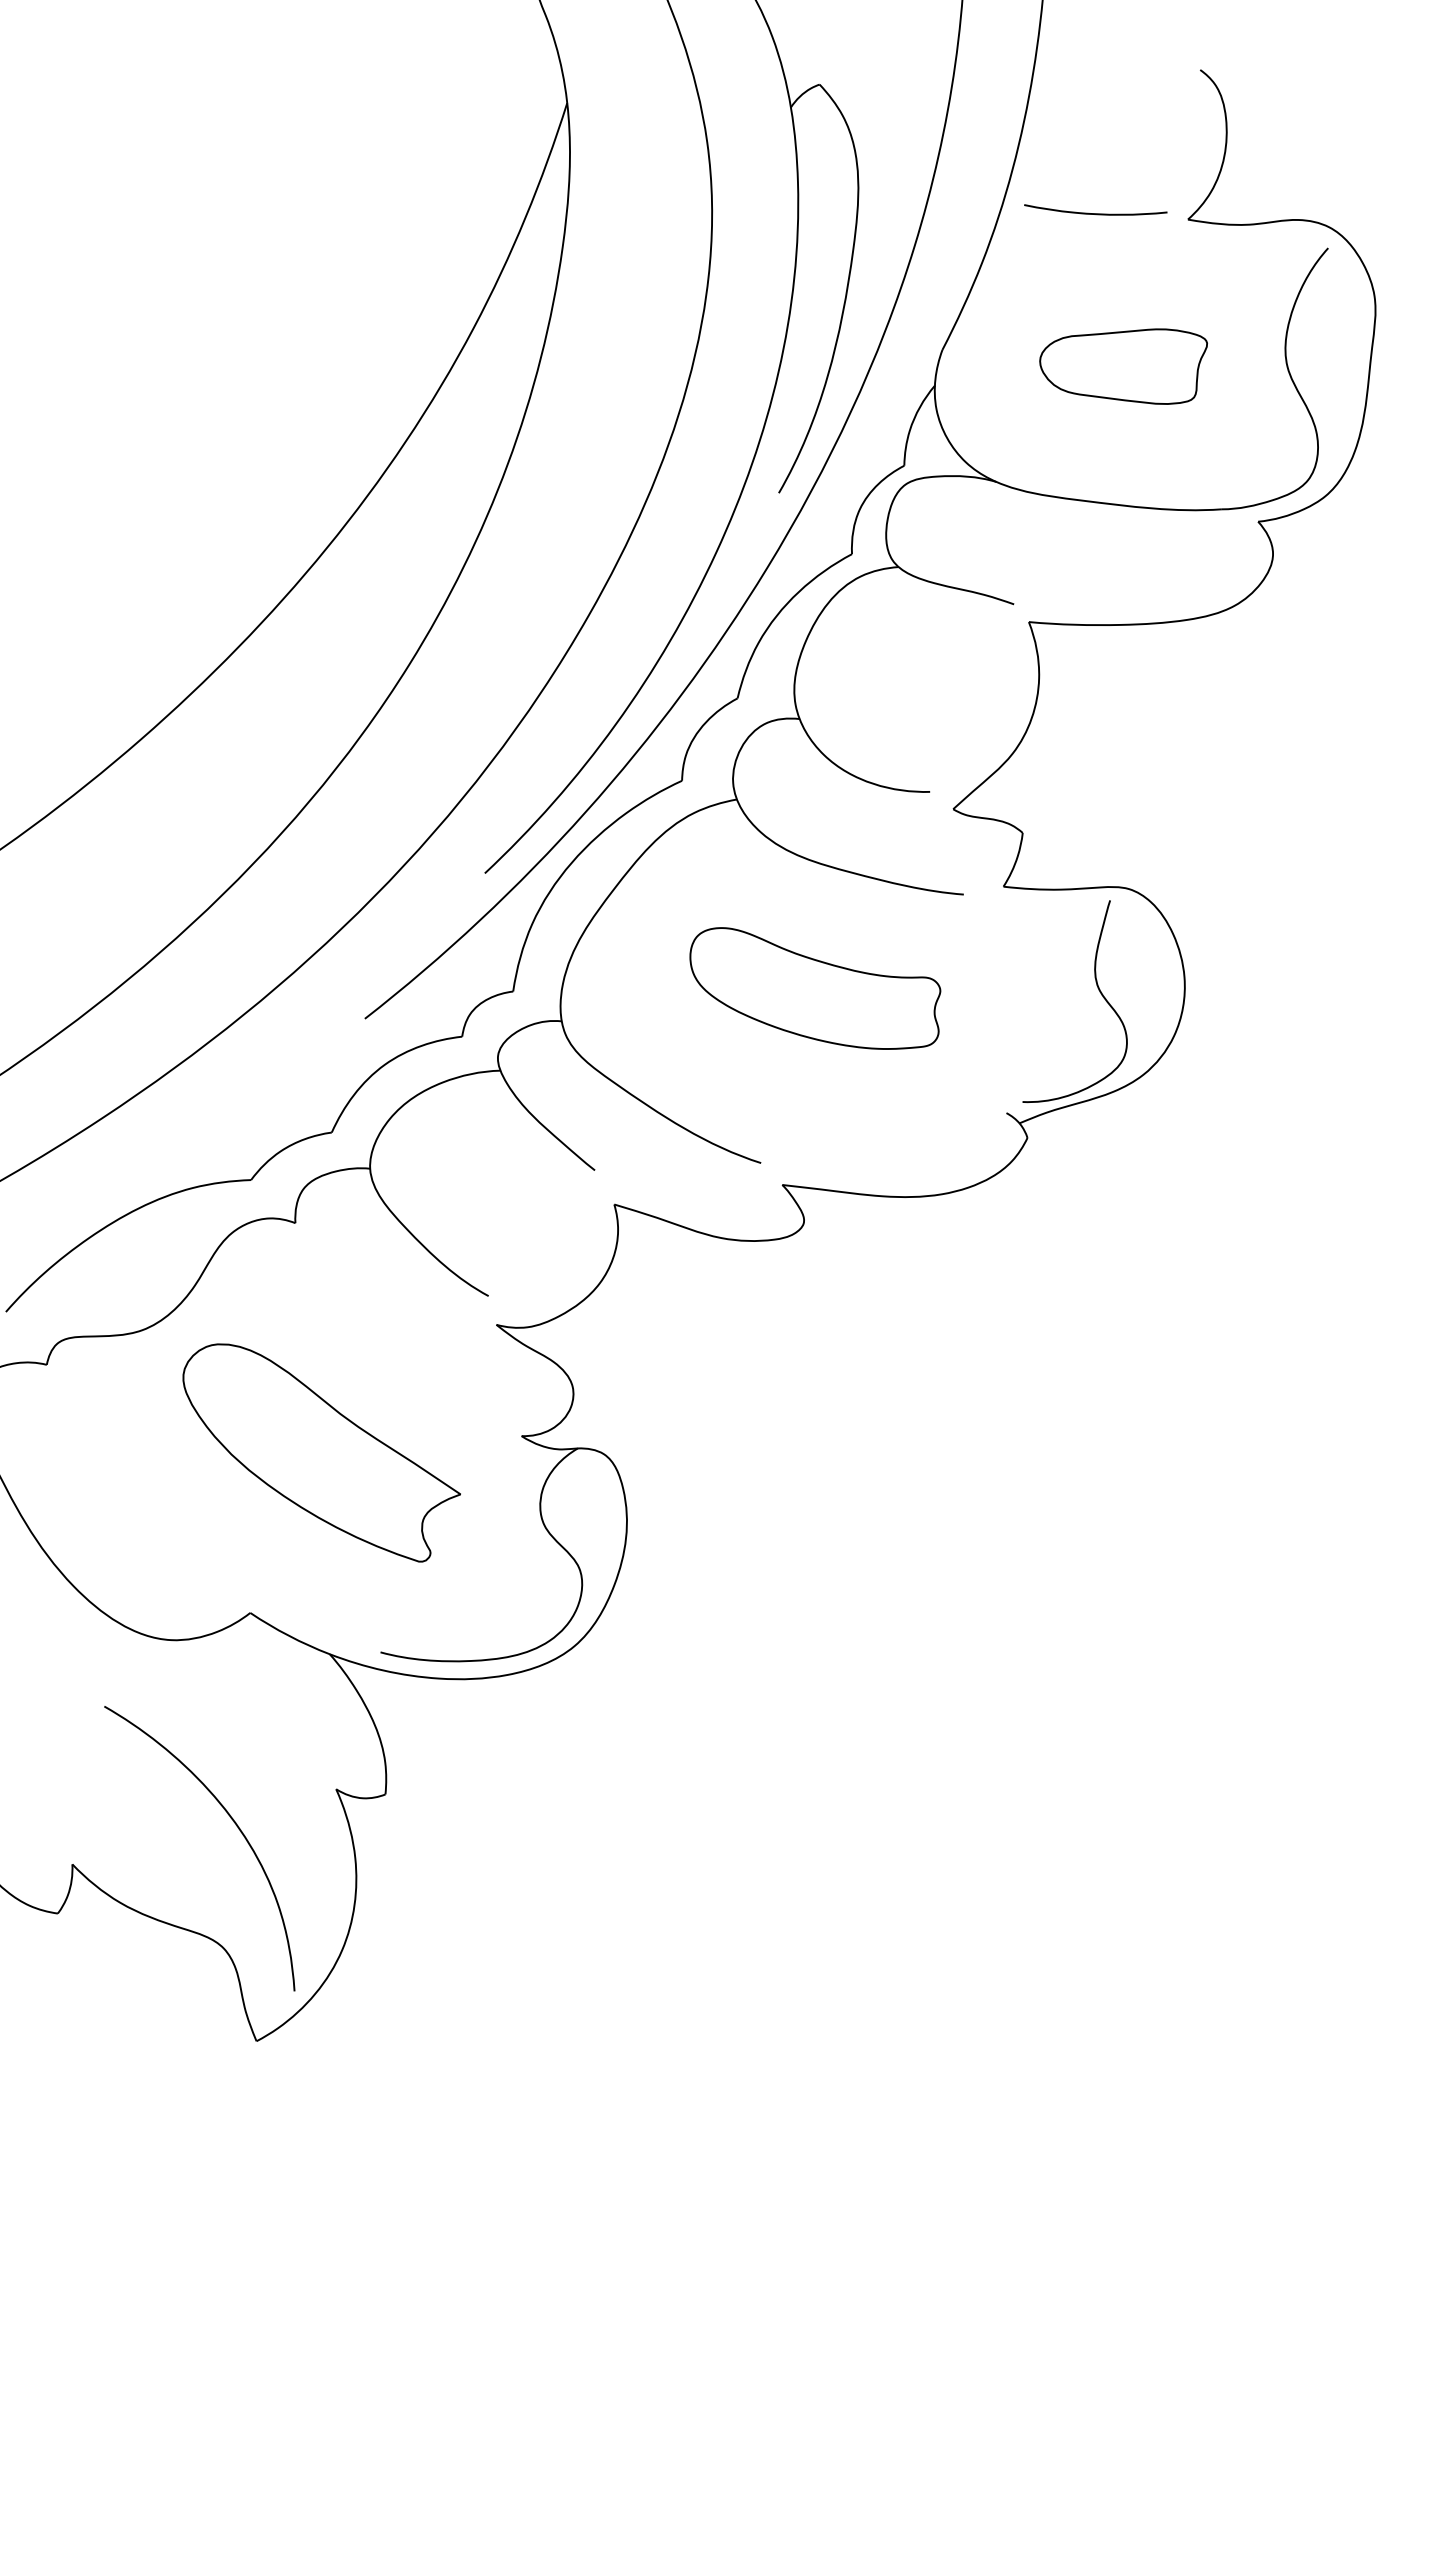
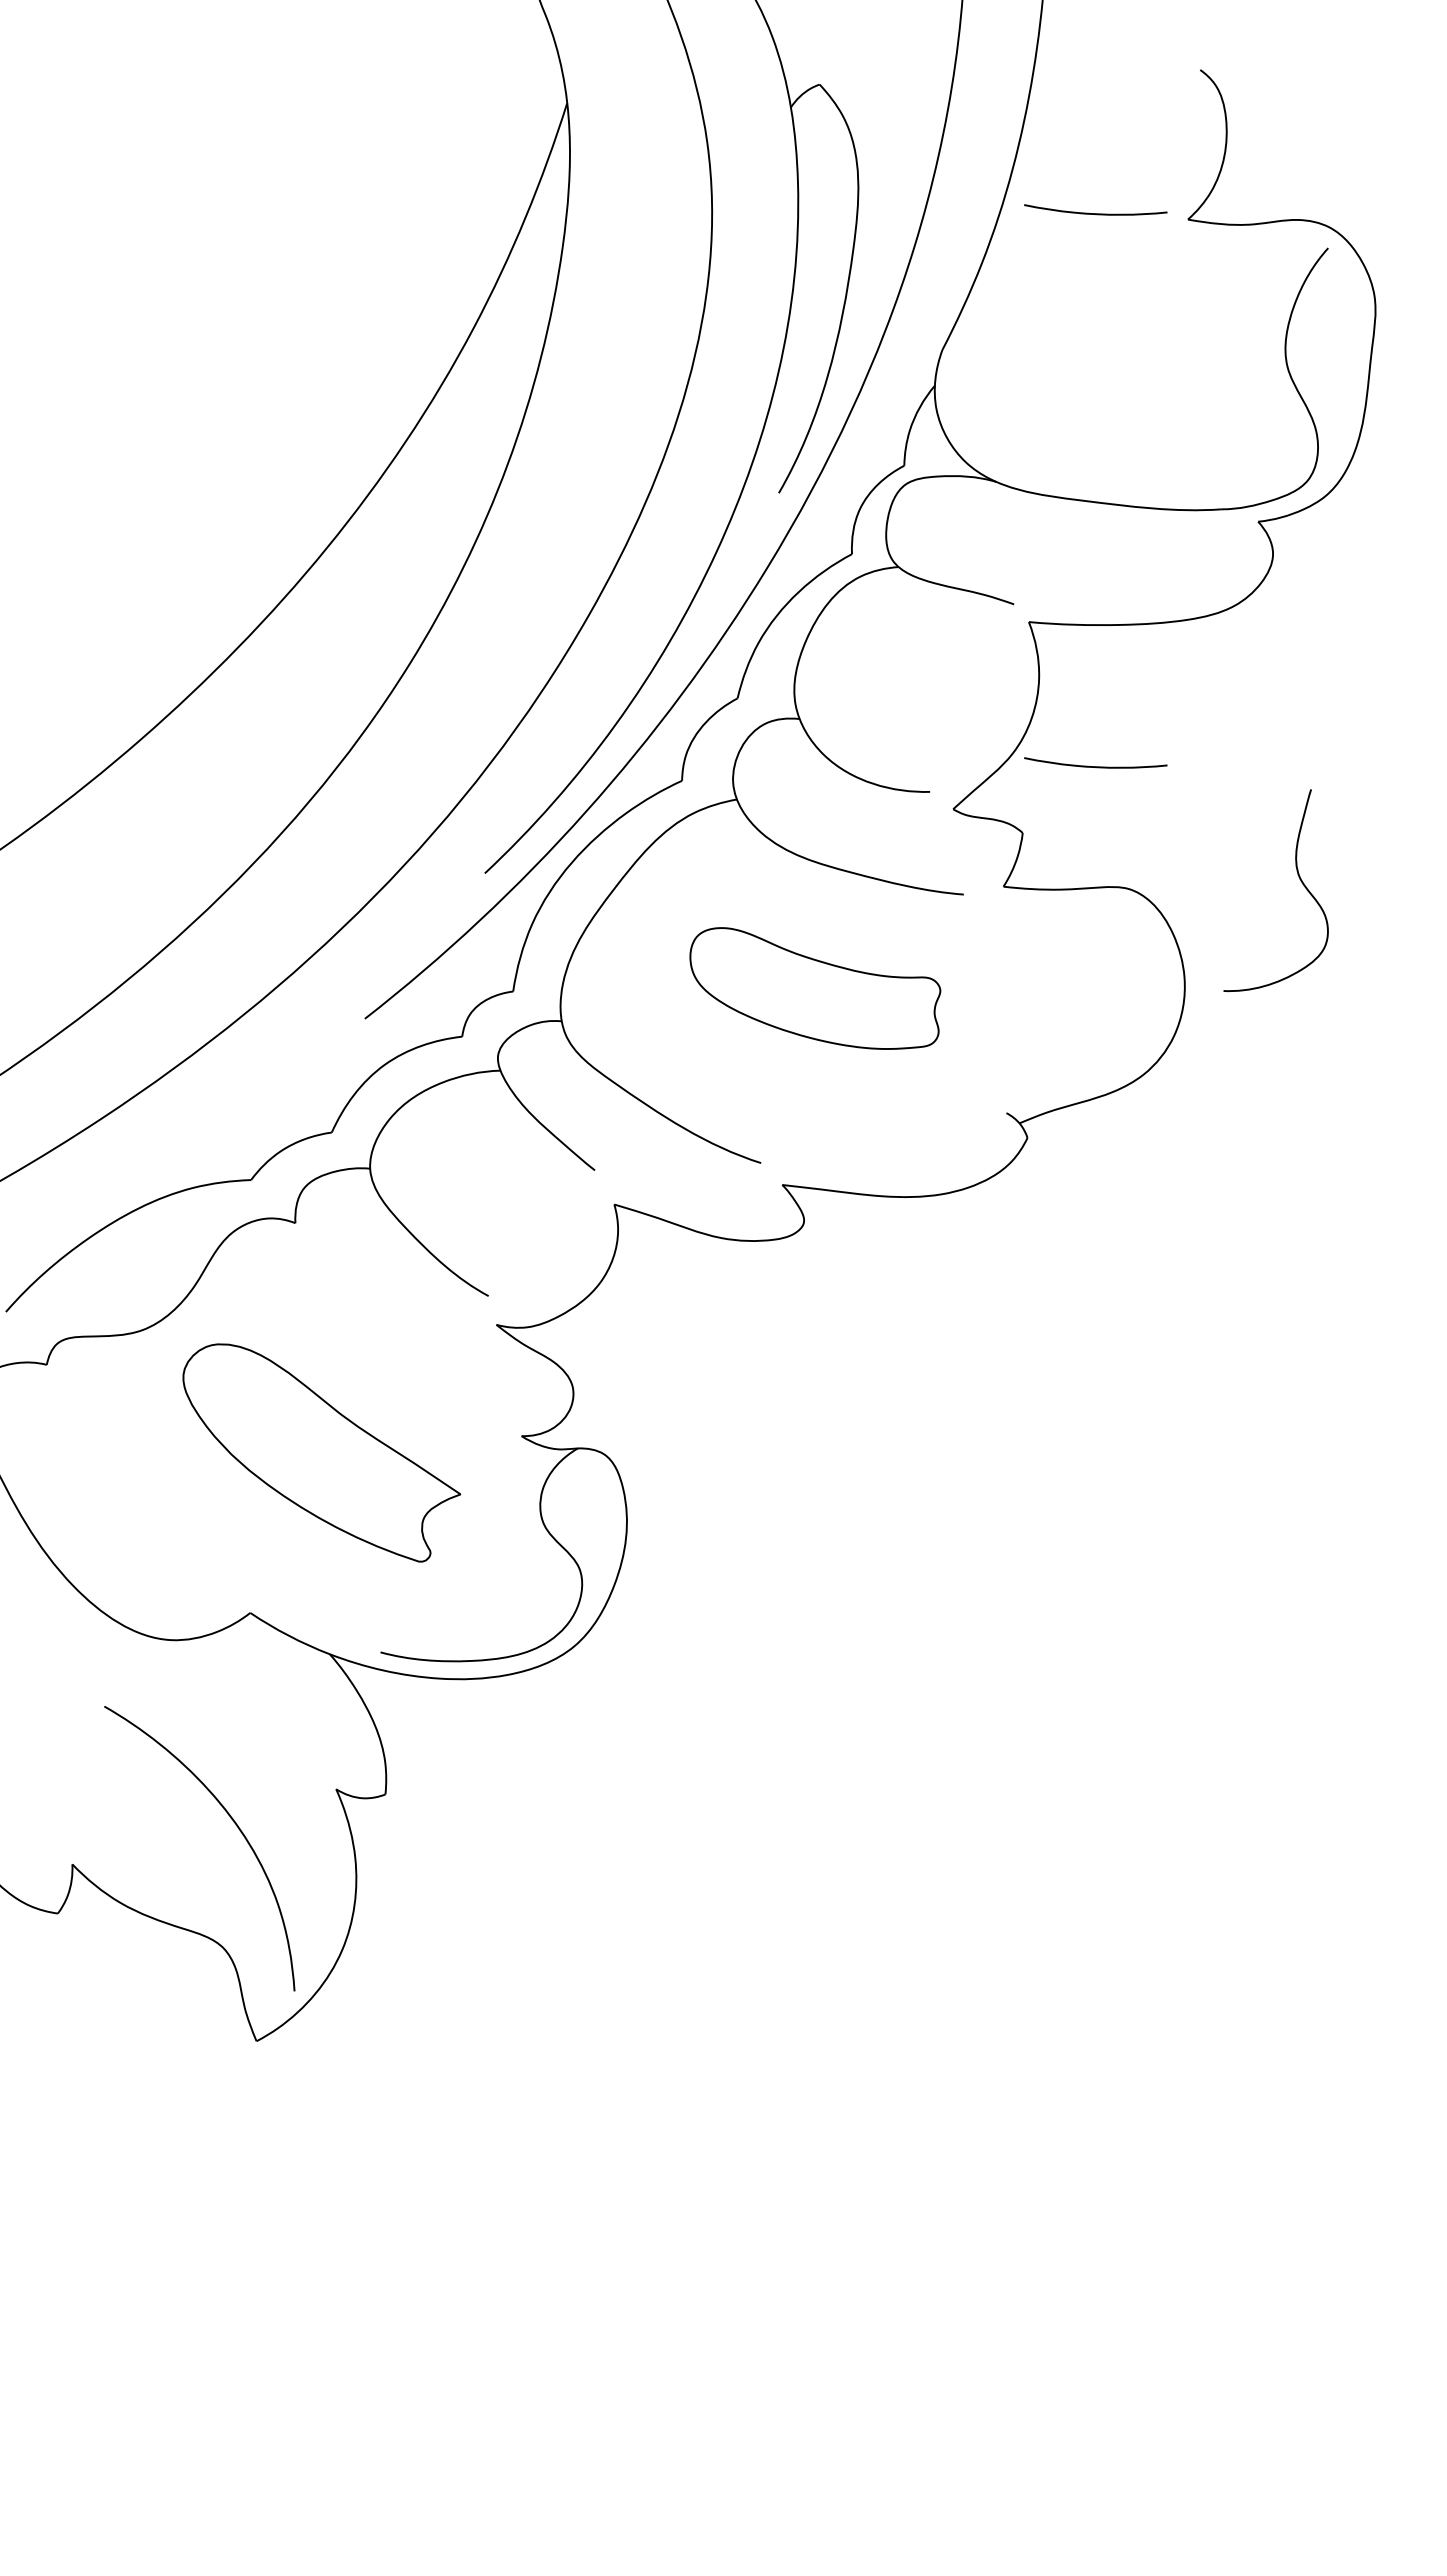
part at (1123, 366): present -> none
curve at (1095, 766): none -> present
curve at (1098, 990) position: (1098, 990) -> (1299, 879)
